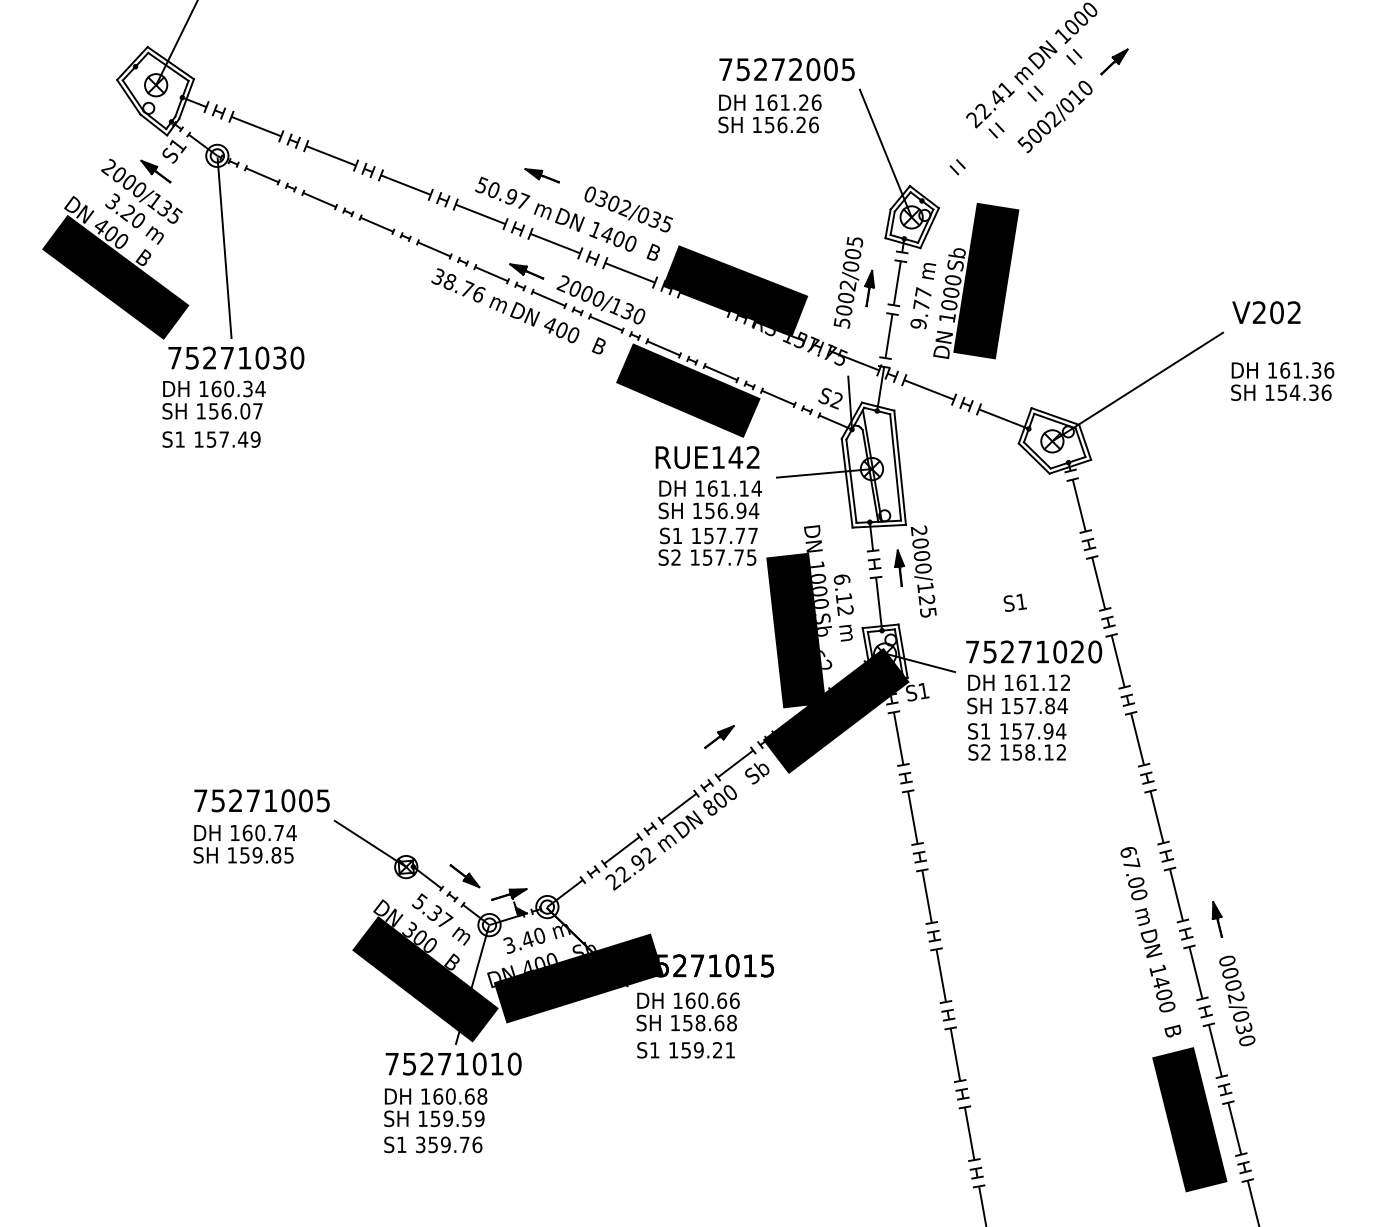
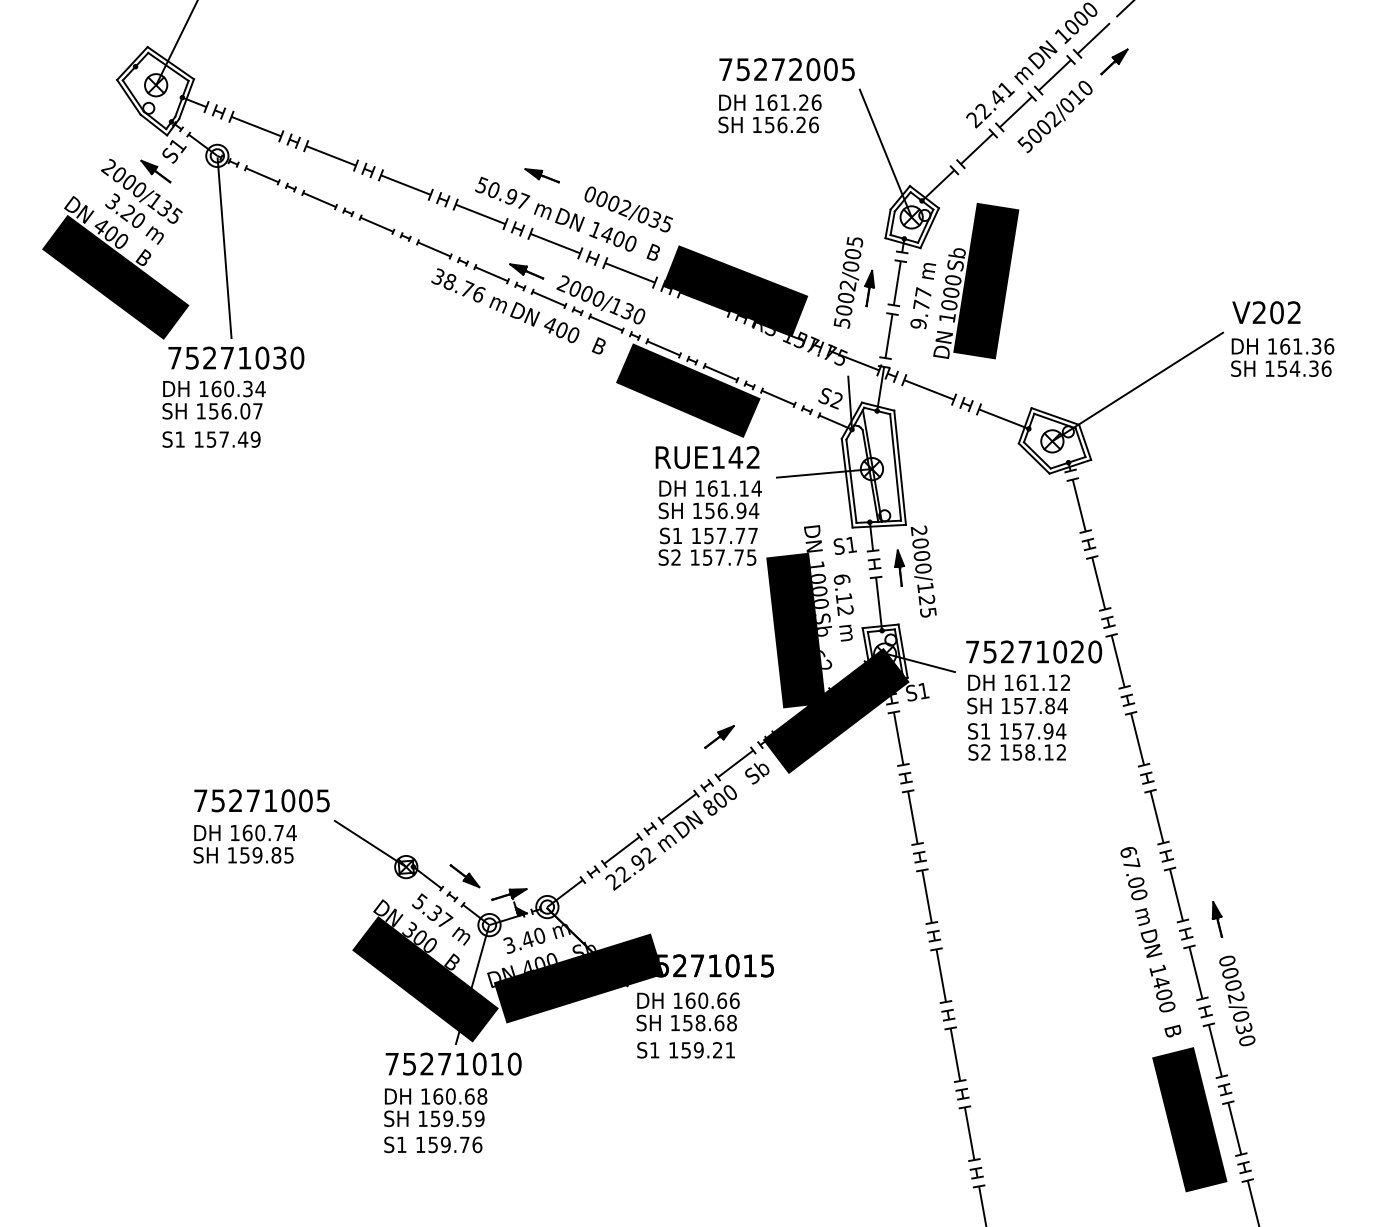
line at (1027, 101): none -> present
text at (601, 198): 0302/035 -> 0002/035
text at (1282, 381) position: (1282, 381) -> (1282, 357)
text at (1014, 602) position: (1014, 602) -> (844, 545)
text at (420, 1144): 359.76 -> 159.76
